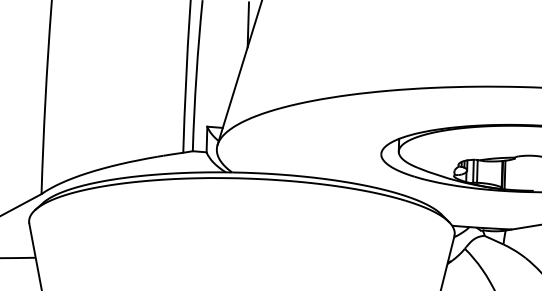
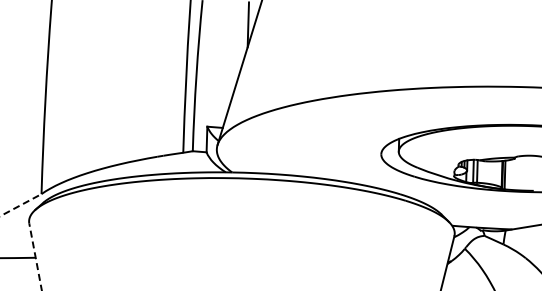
line at (21, 204): solid -> dashed
line at (35, 256): solid -> dashed
